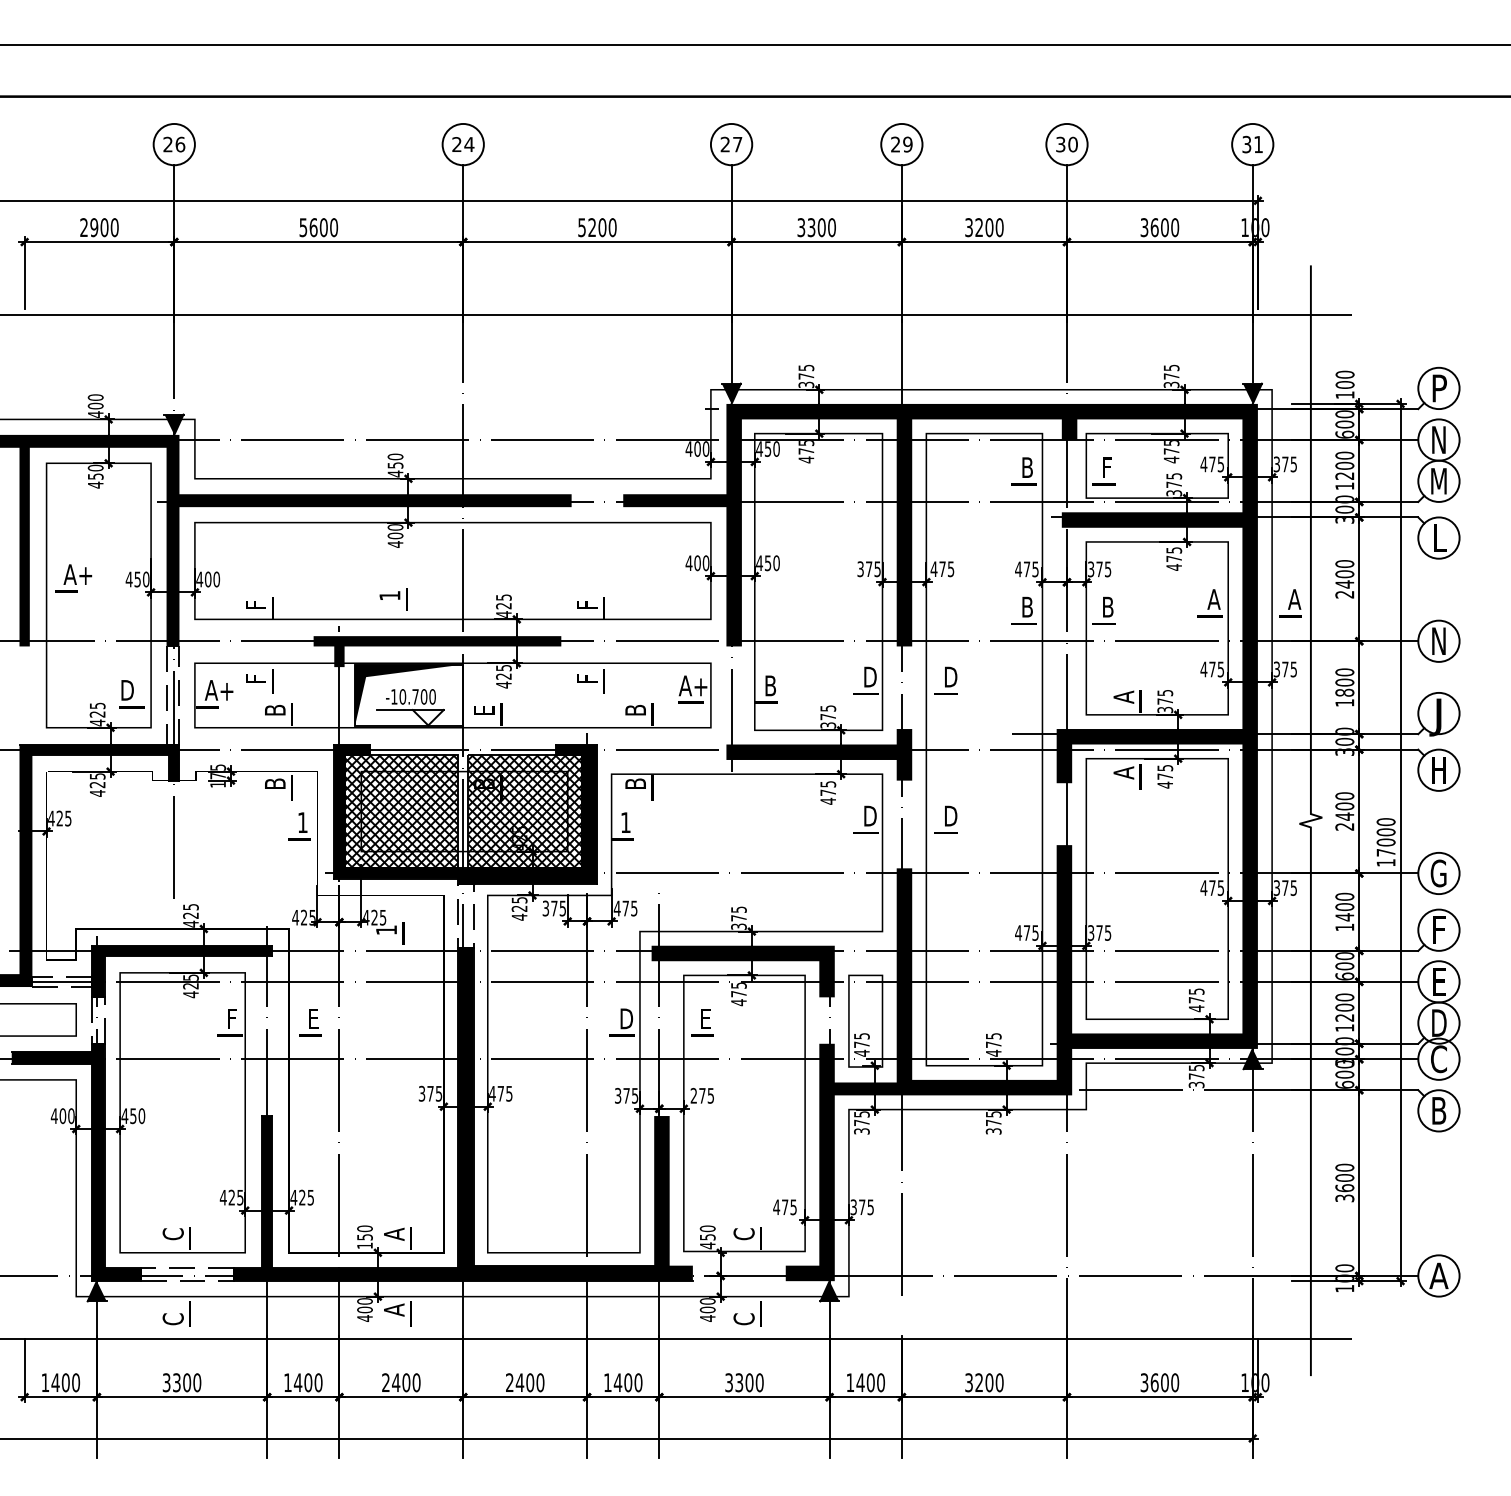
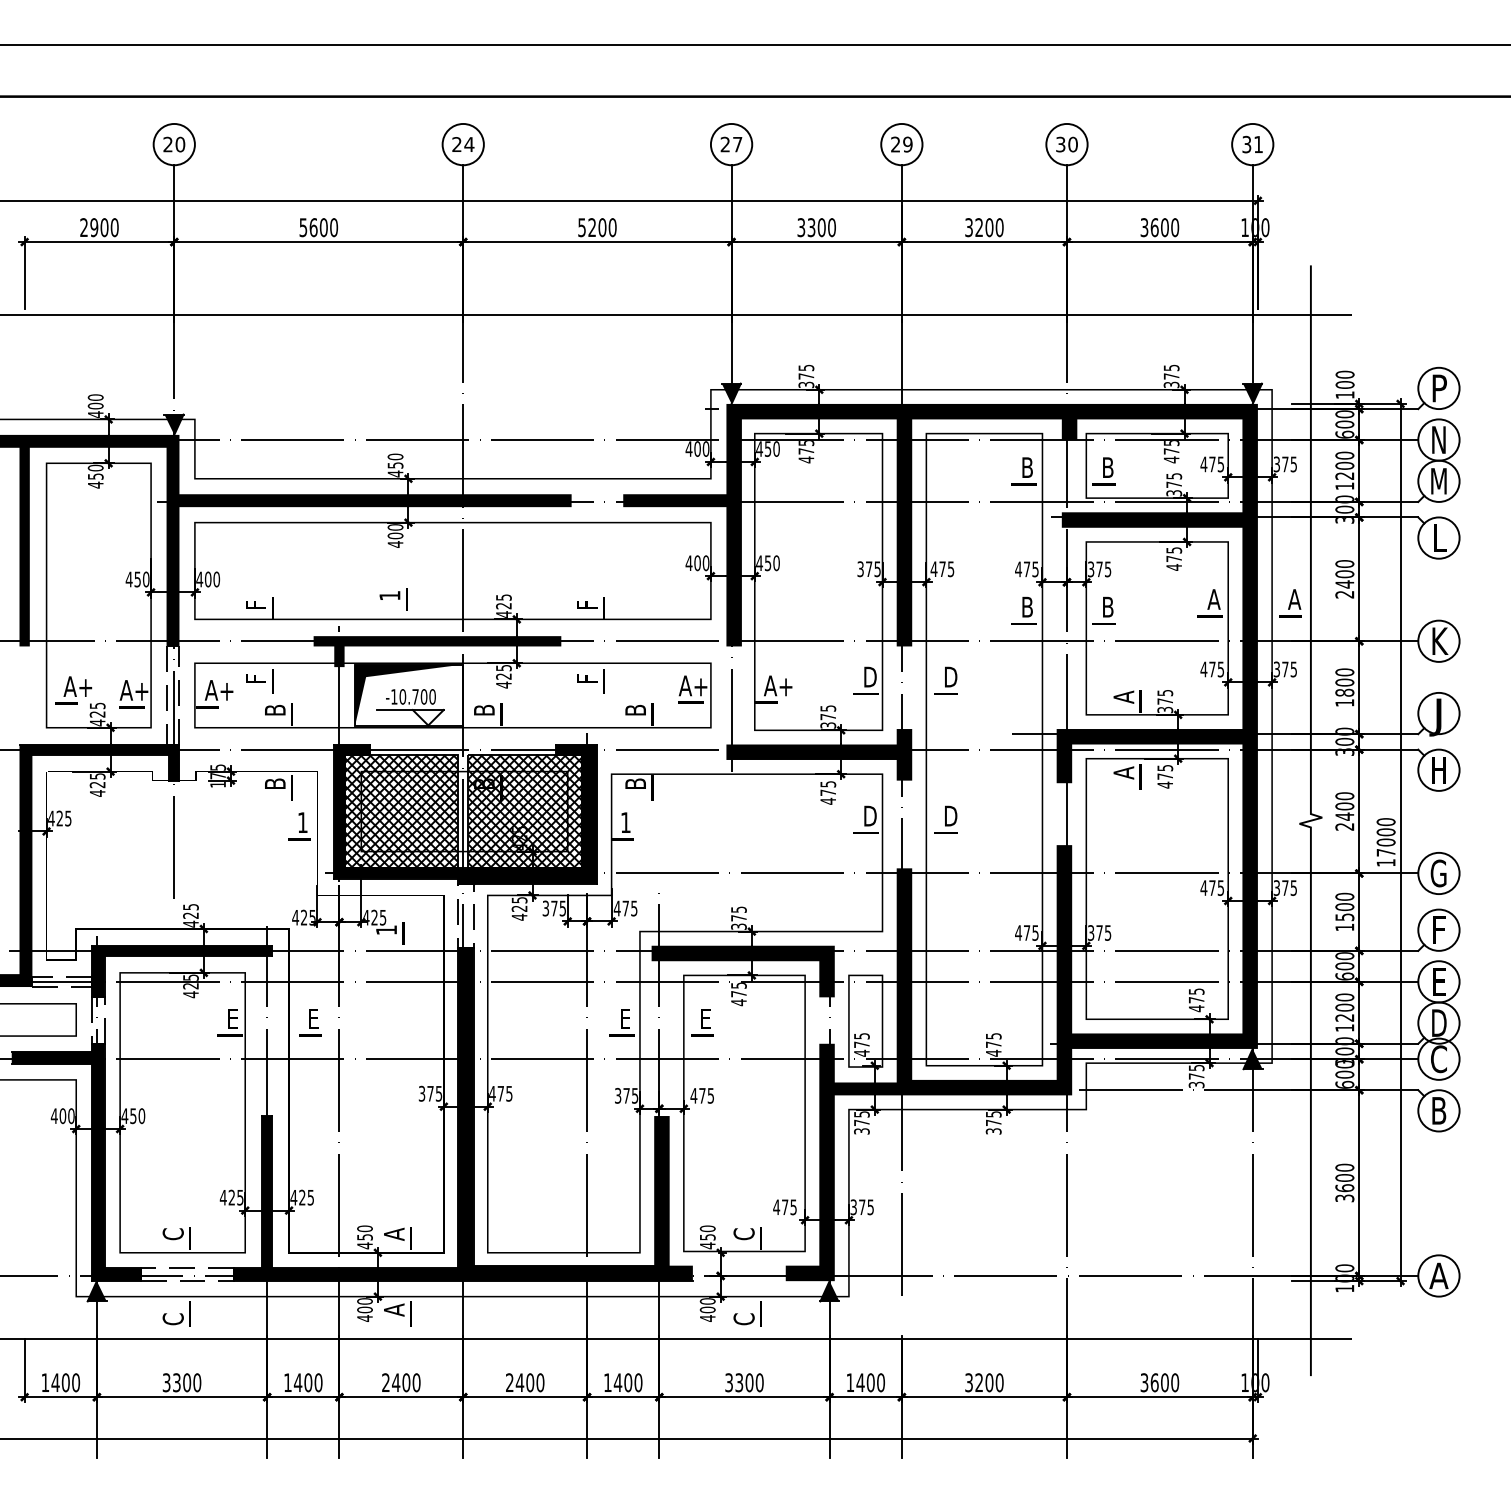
text at (180, 143): 26 -> 20
text at (1108, 467): F -> B
text at (73, 578) position: (73, 578) -> (73, 690)
text at (1440, 640): N -> K
text at (778, 685): B -> A+
text at (133, 690): D -> A+
text at (484, 710): E -> B
text at (1344, 917): 1400 -> 1500
text at (233, 1018): F -> E
text at (626, 1018): D -> E
text at (693, 1095): 275 -> 475
text at (364, 1245): 150 -> 450
